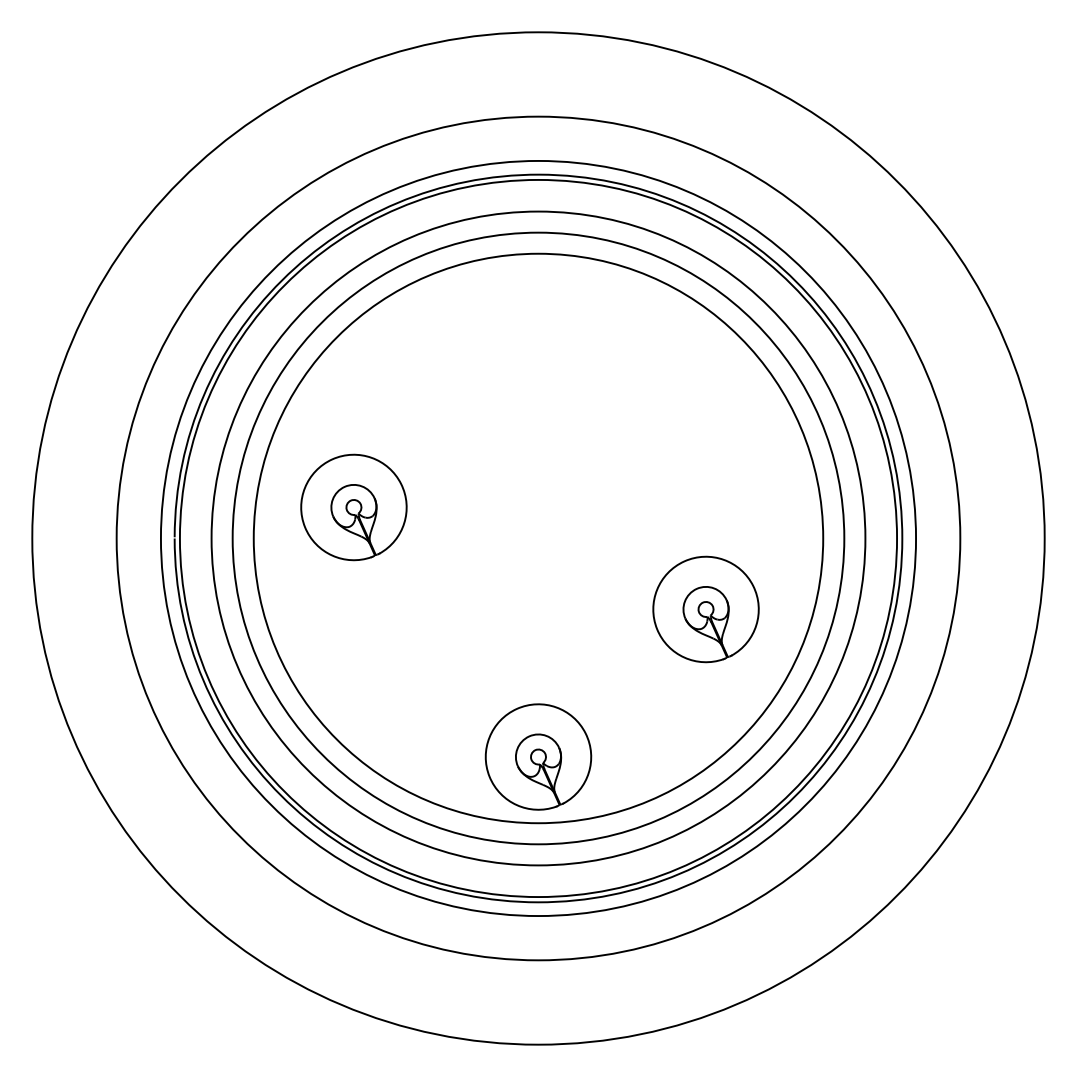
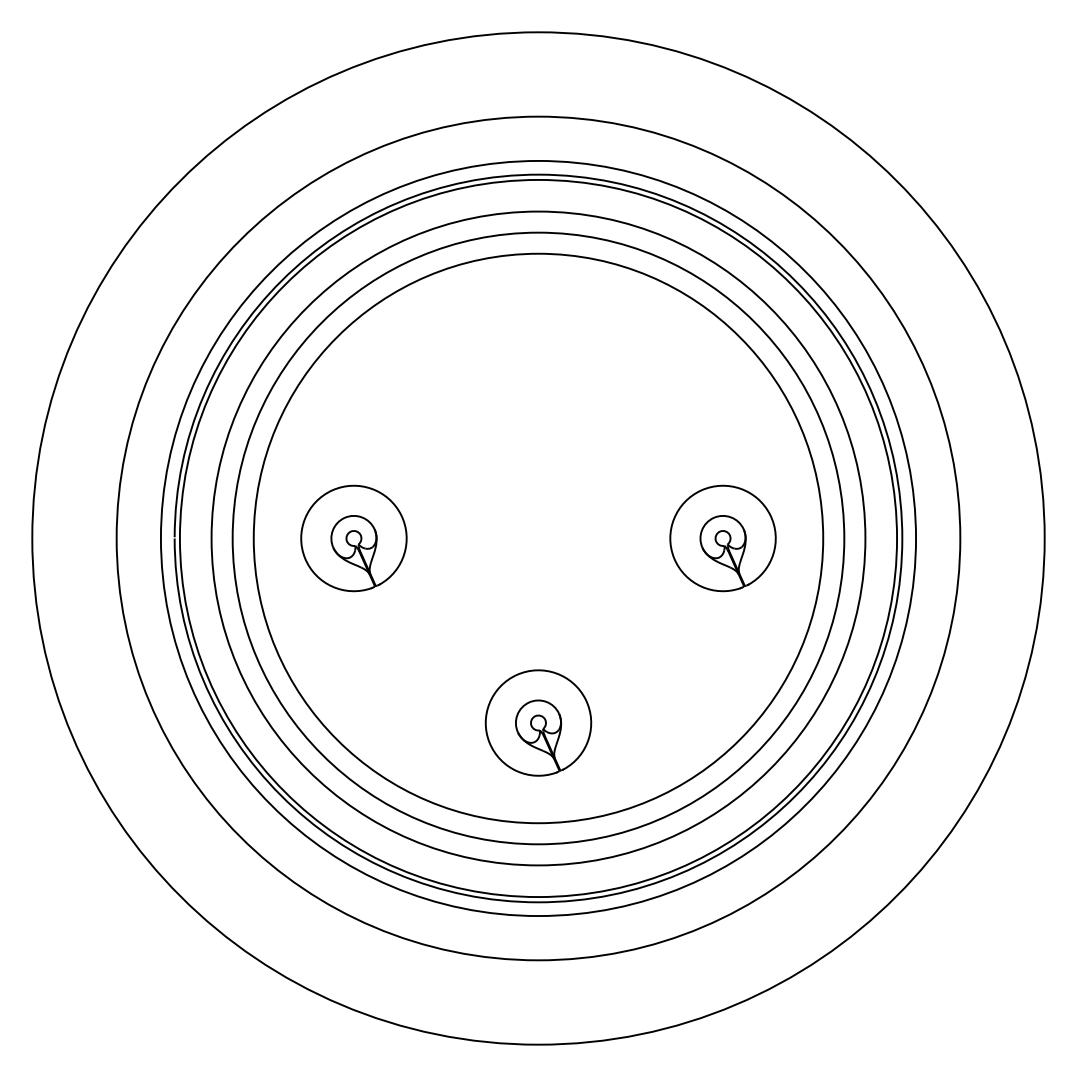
part at (353, 507) position: (353, 507) -> (353, 538)
part at (705, 609) position: (705, 609) -> (722, 538)
part at (538, 756) position: (538, 756) -> (538, 722)
